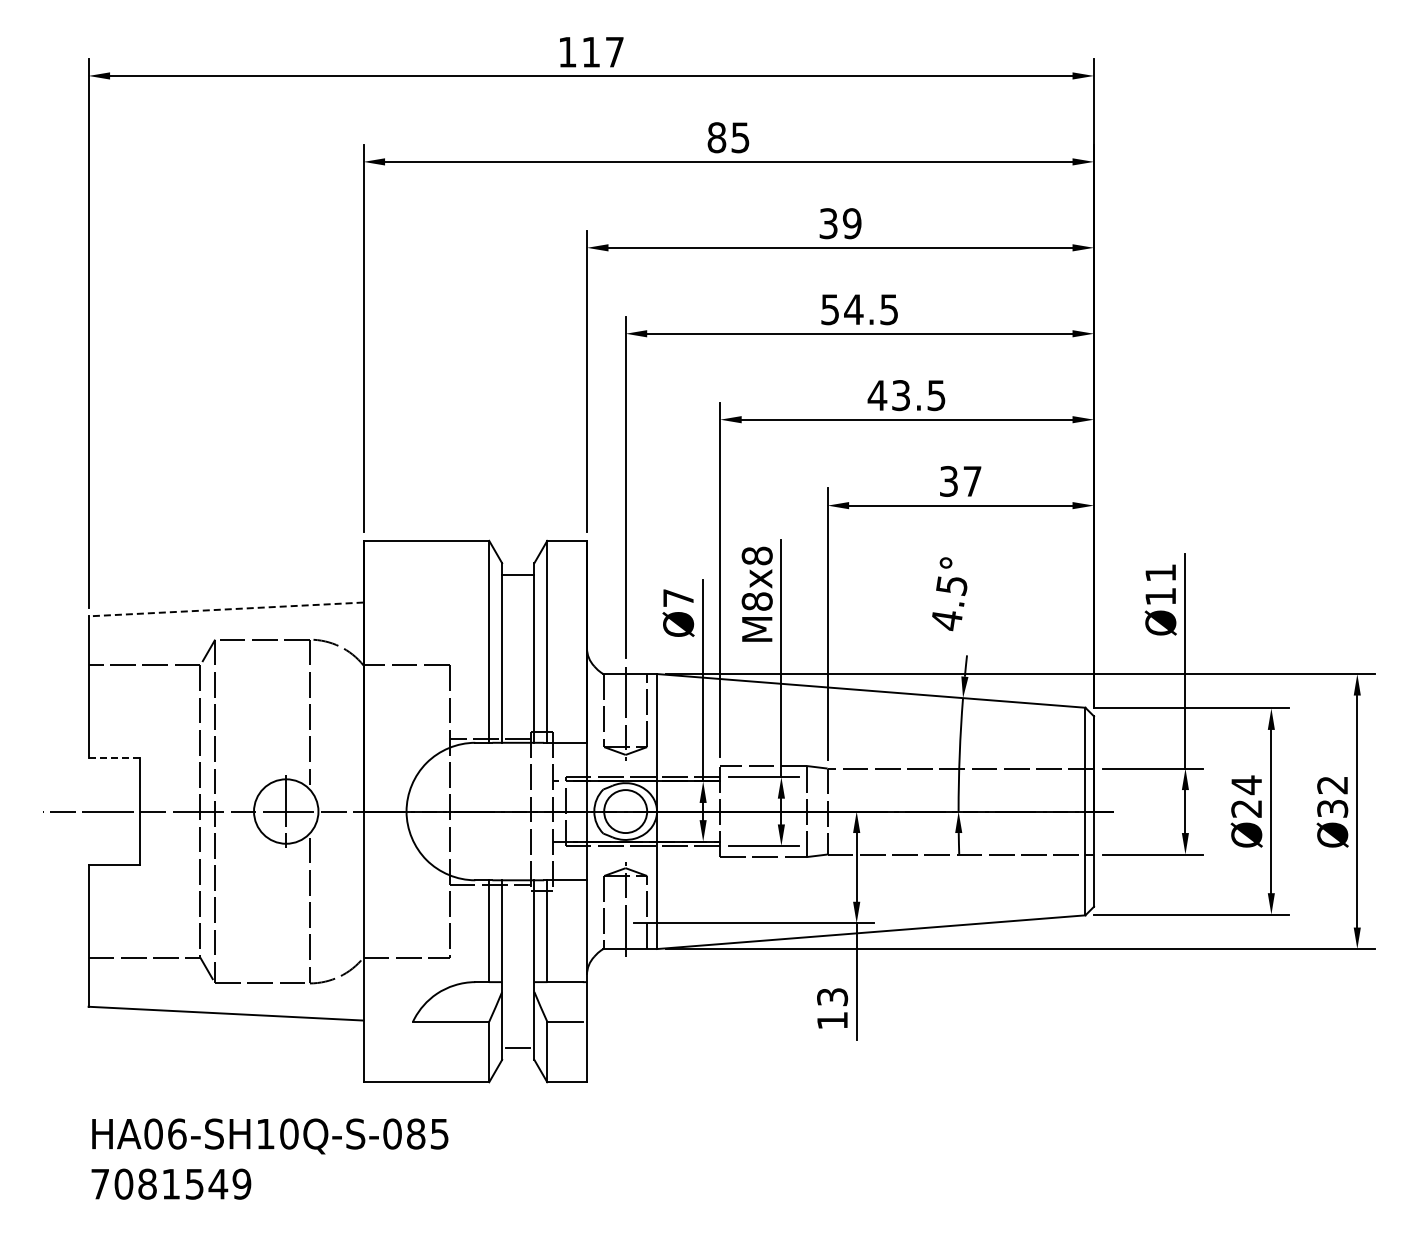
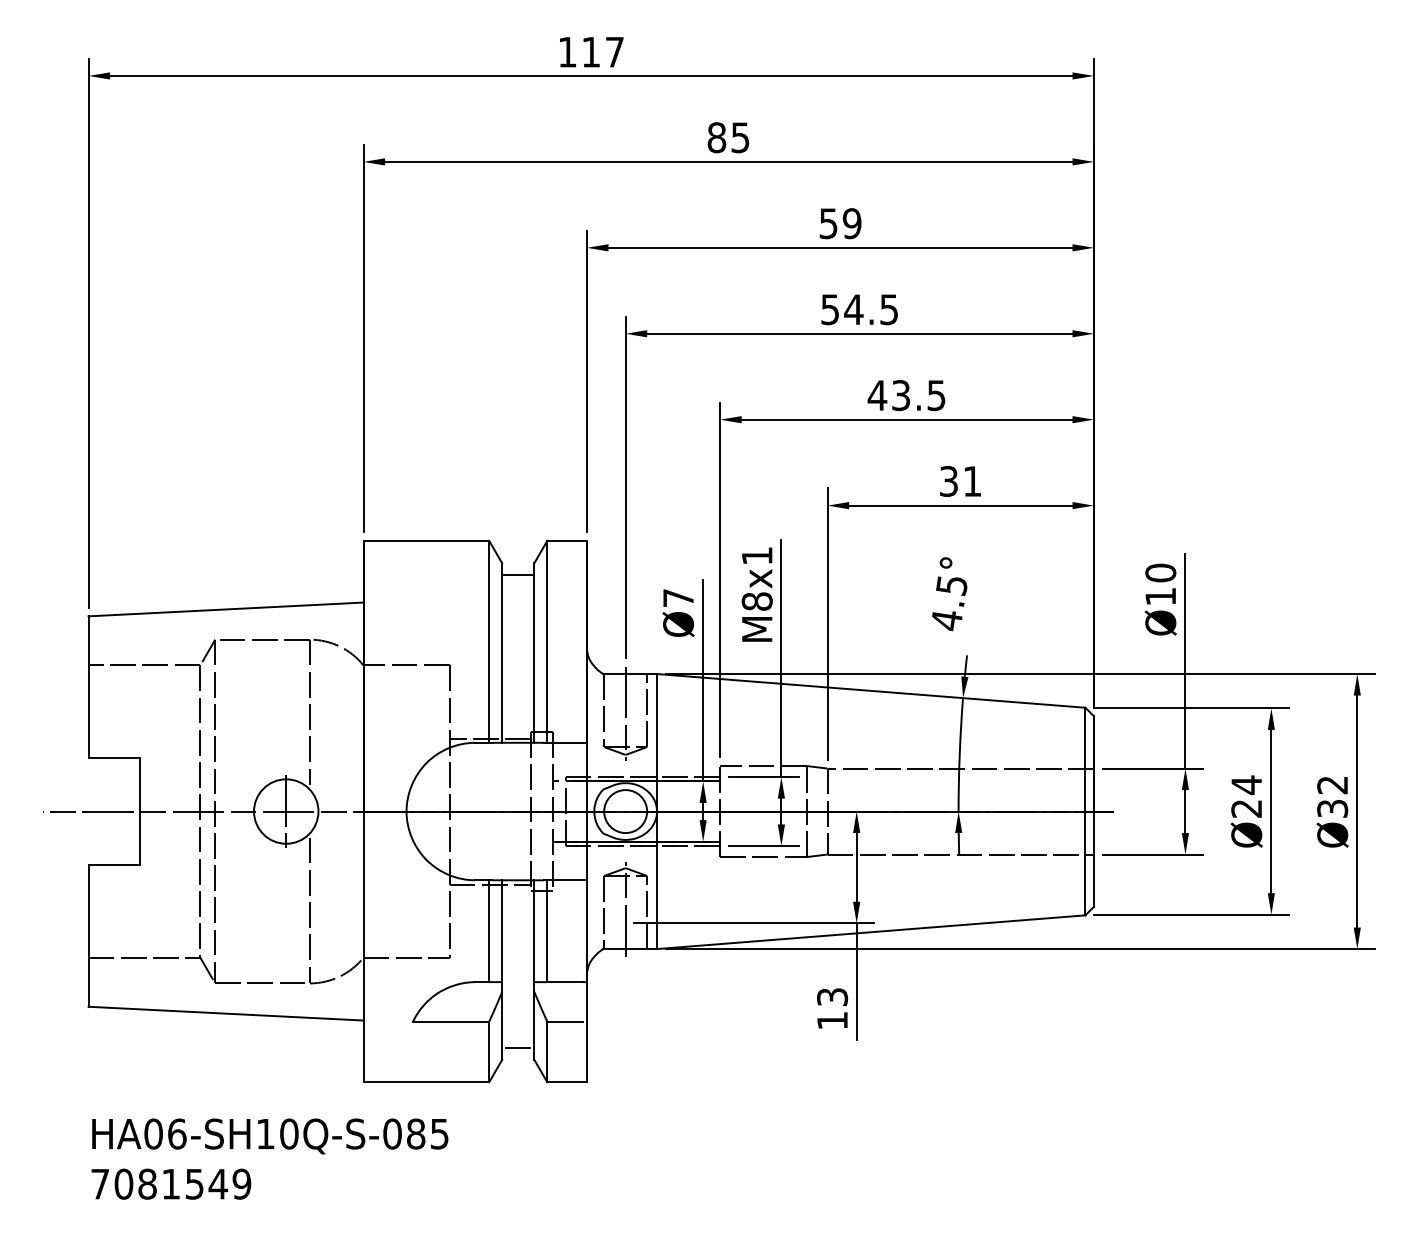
text at (828, 223): 39 -> 59
text at (972, 481): 37 -> 31
text at (756, 555): M8x8 -> M8x1
text at (1160, 572): Ø11 -> Ø10
line at (226, 609): dashed -> solid
line at (114, 757): dashed -> solid
